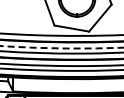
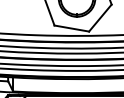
arc at (62, 48): dashed -> solid
